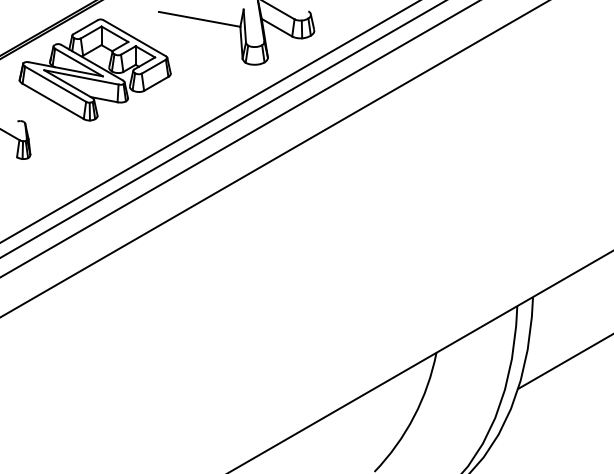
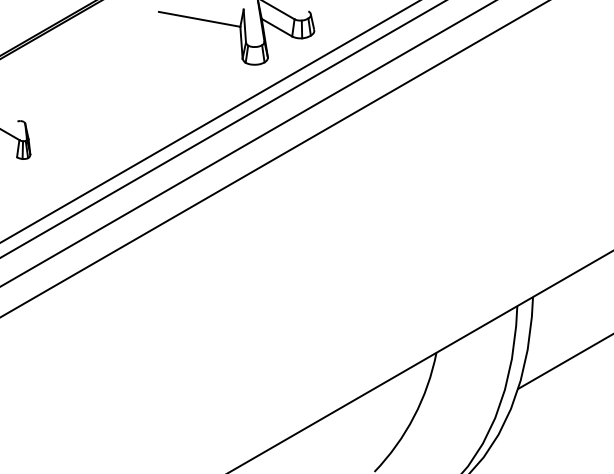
part at (94, 69): present -> none
line at (239, 139) position: (239, 139) -> (247, 143)
